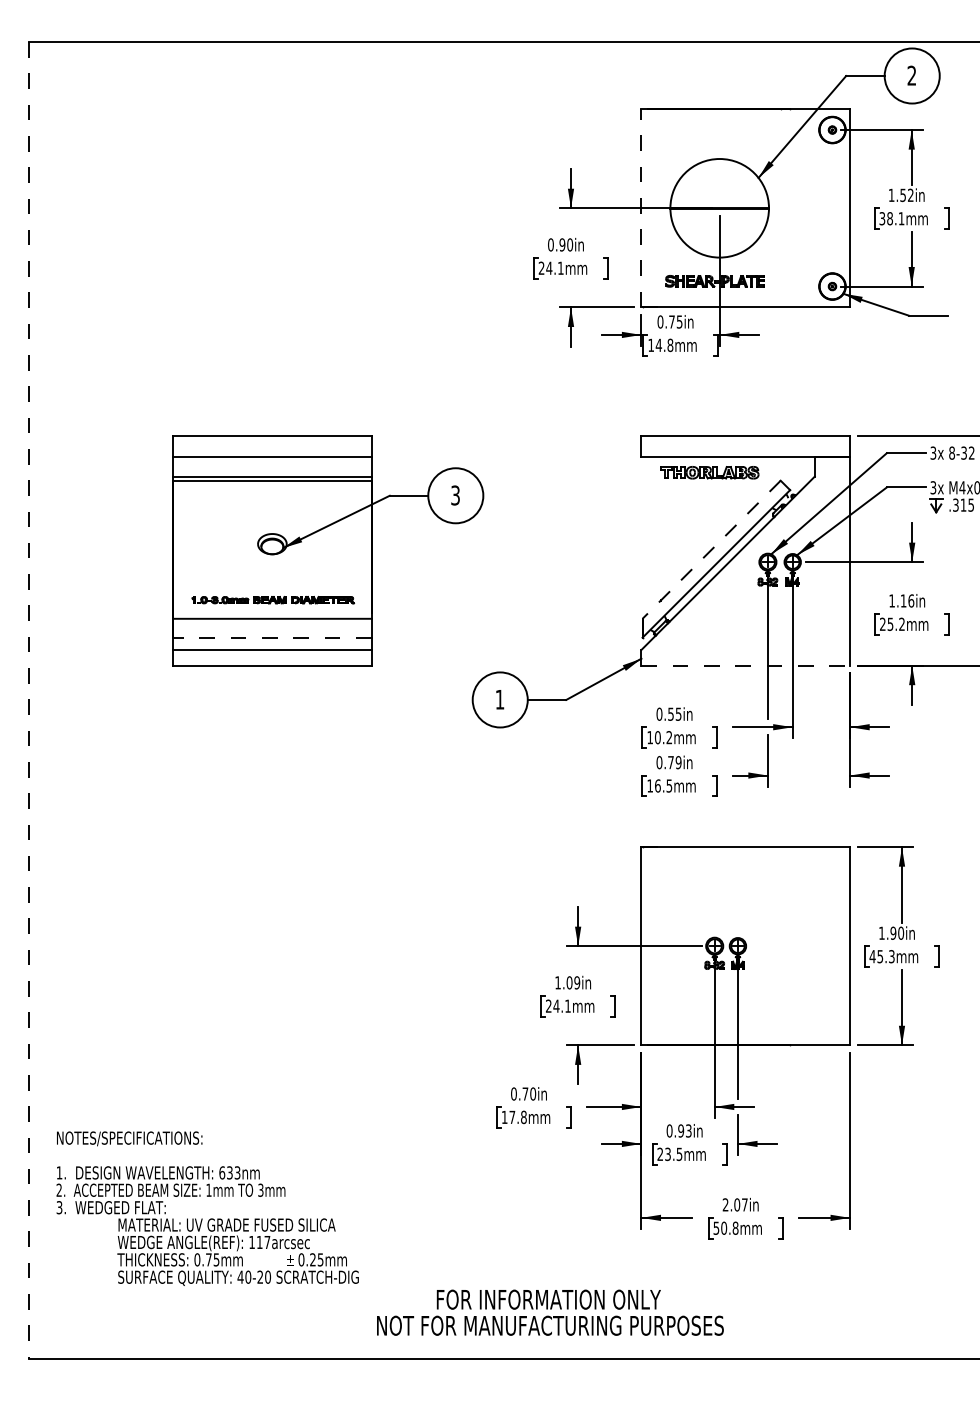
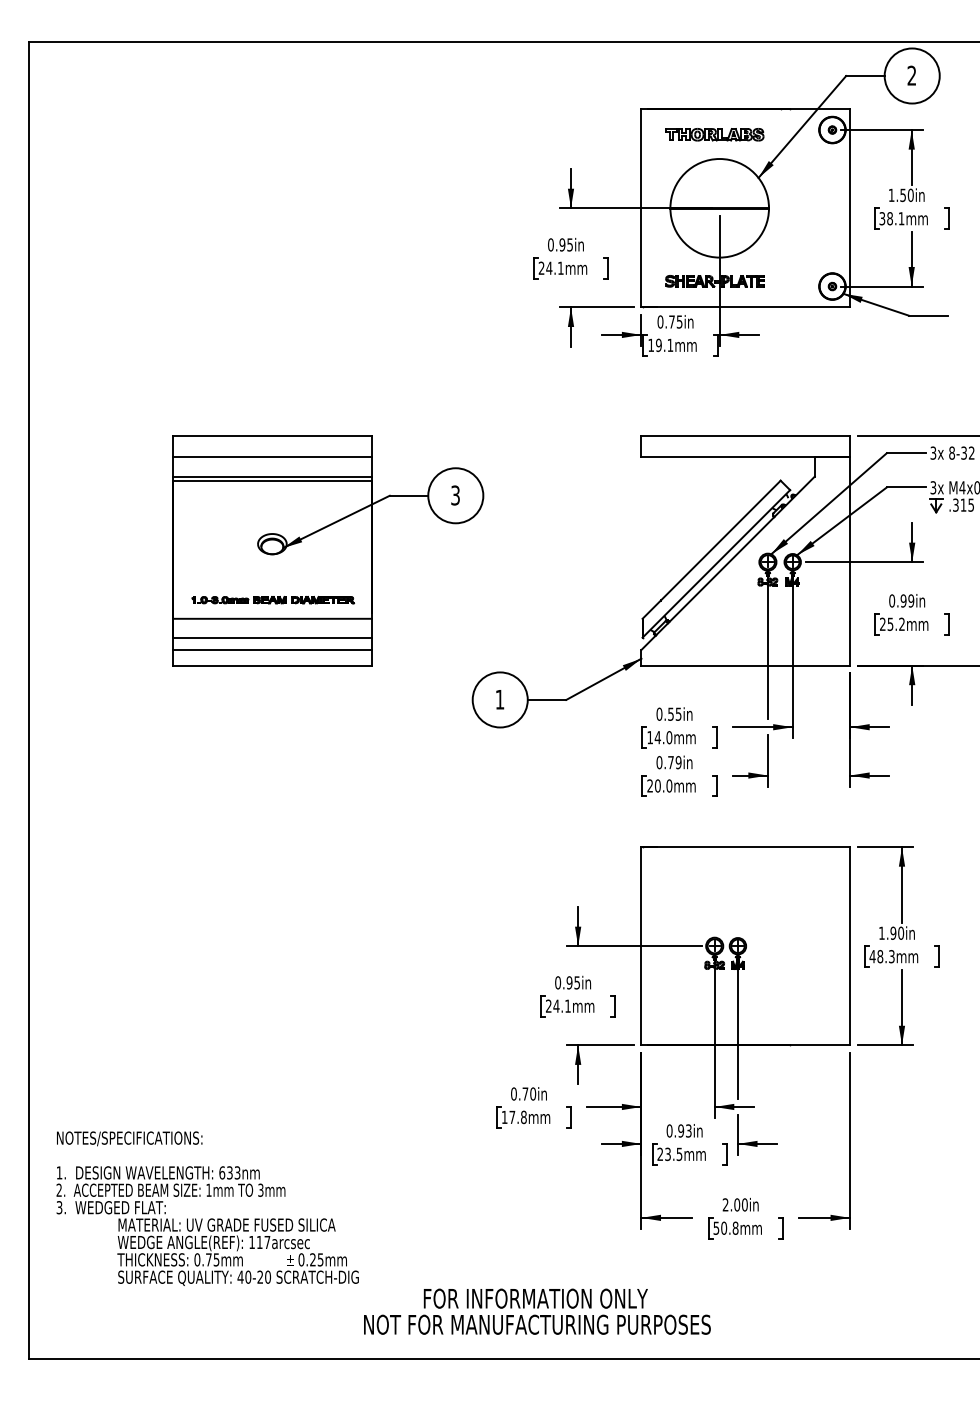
text at (910, 194): 1.52in -> 1.50in
line at (641, 207): dashed -> solid
text at (570, 244): 0.90in -> 0.95in
text at (664, 345): 14.8mm -> 19.1mm
part at (709, 472) position: (709, 472) -> (714, 134)
line at (711, 549): dashed -> solid
text at (901, 600): 1.16in -> 0.99in
line at (271, 637): dashed -> solid
line at (746, 665): dashed -> solid
line at (29, 700): dashed -> solid
text at (663, 737): 10.2mm -> 14.0mm
text at (659, 785): 16.5mm -> 20.0mm
text at (880, 956): 45.3mm -> 48.3mm
text at (567, 982): 1.09in -> 0.95in
text at (744, 1204): 2.07in -> 2.00in
text at (550, 1312) position: (550, 1312) -> (537, 1311)
